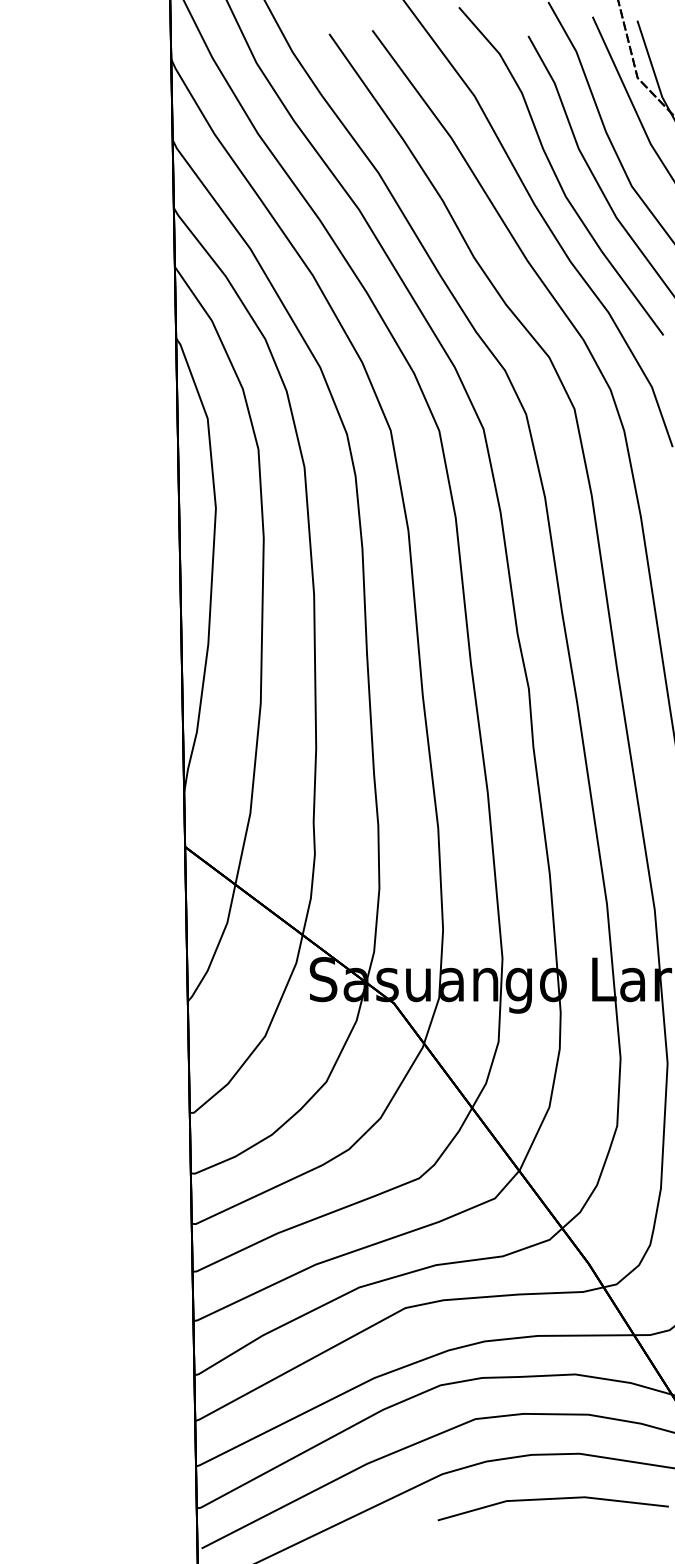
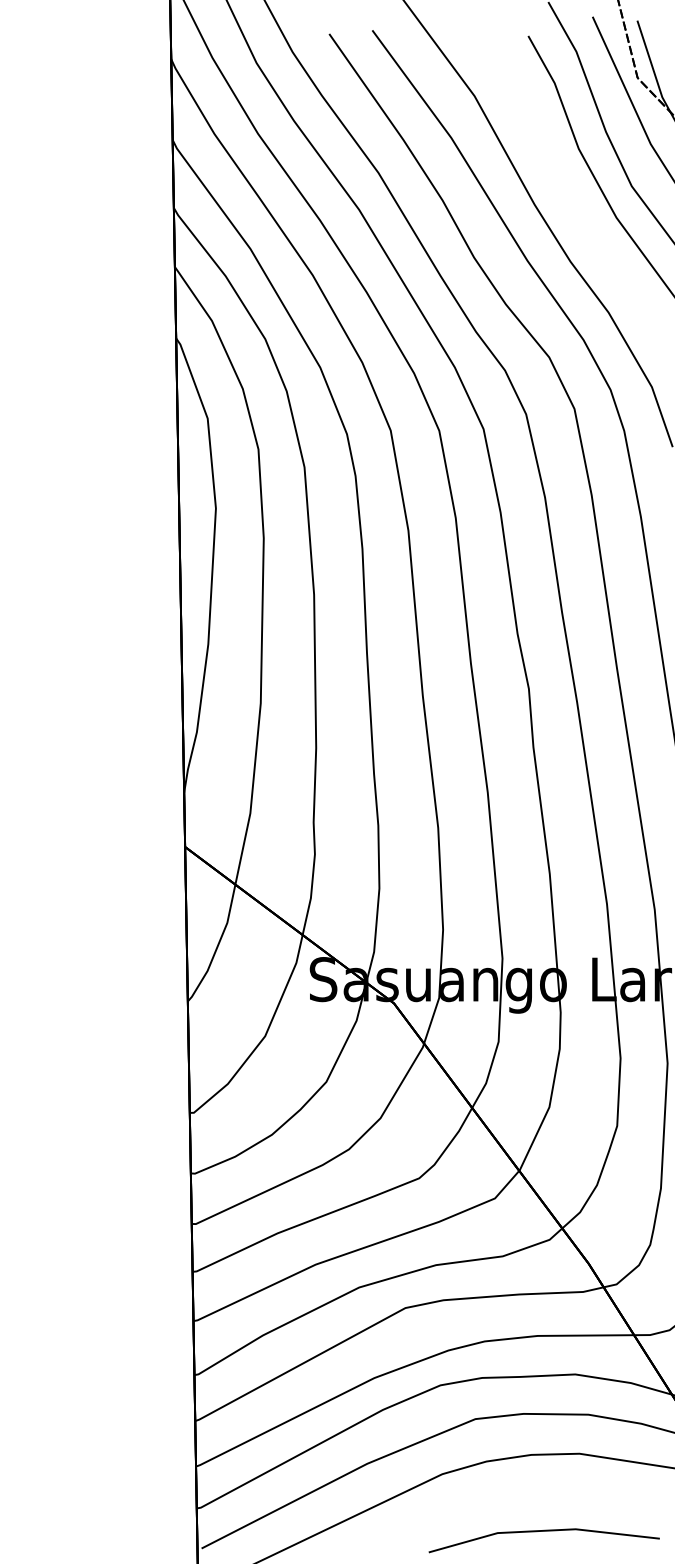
curve at (556, 174): present -> none
line at (552, 1499) position: (552, 1499) -> (543, 1531)
